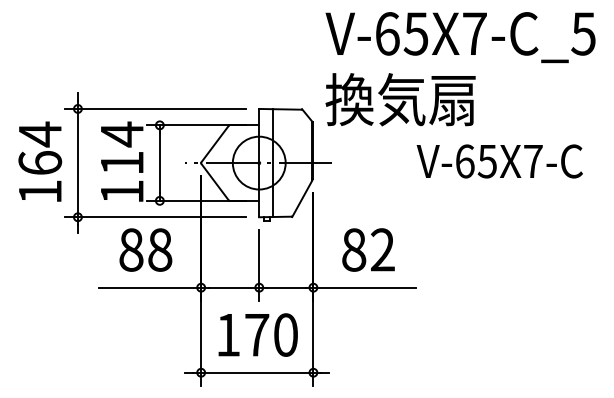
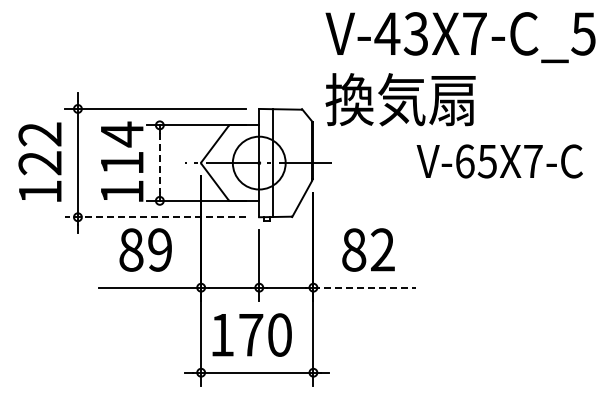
text at (401, 33): V-65X7-C_5 -> V-43X7-C_5
text at (40, 148): 164 -> 122
line at (159, 163): solid -> dashed
line at (155, 217): solid -> dashed
text at (160, 249): 88 -> 89
line at (365, 287): solid -> dashed
text at (257, 334) position: (257, 334) -> (251, 334)
